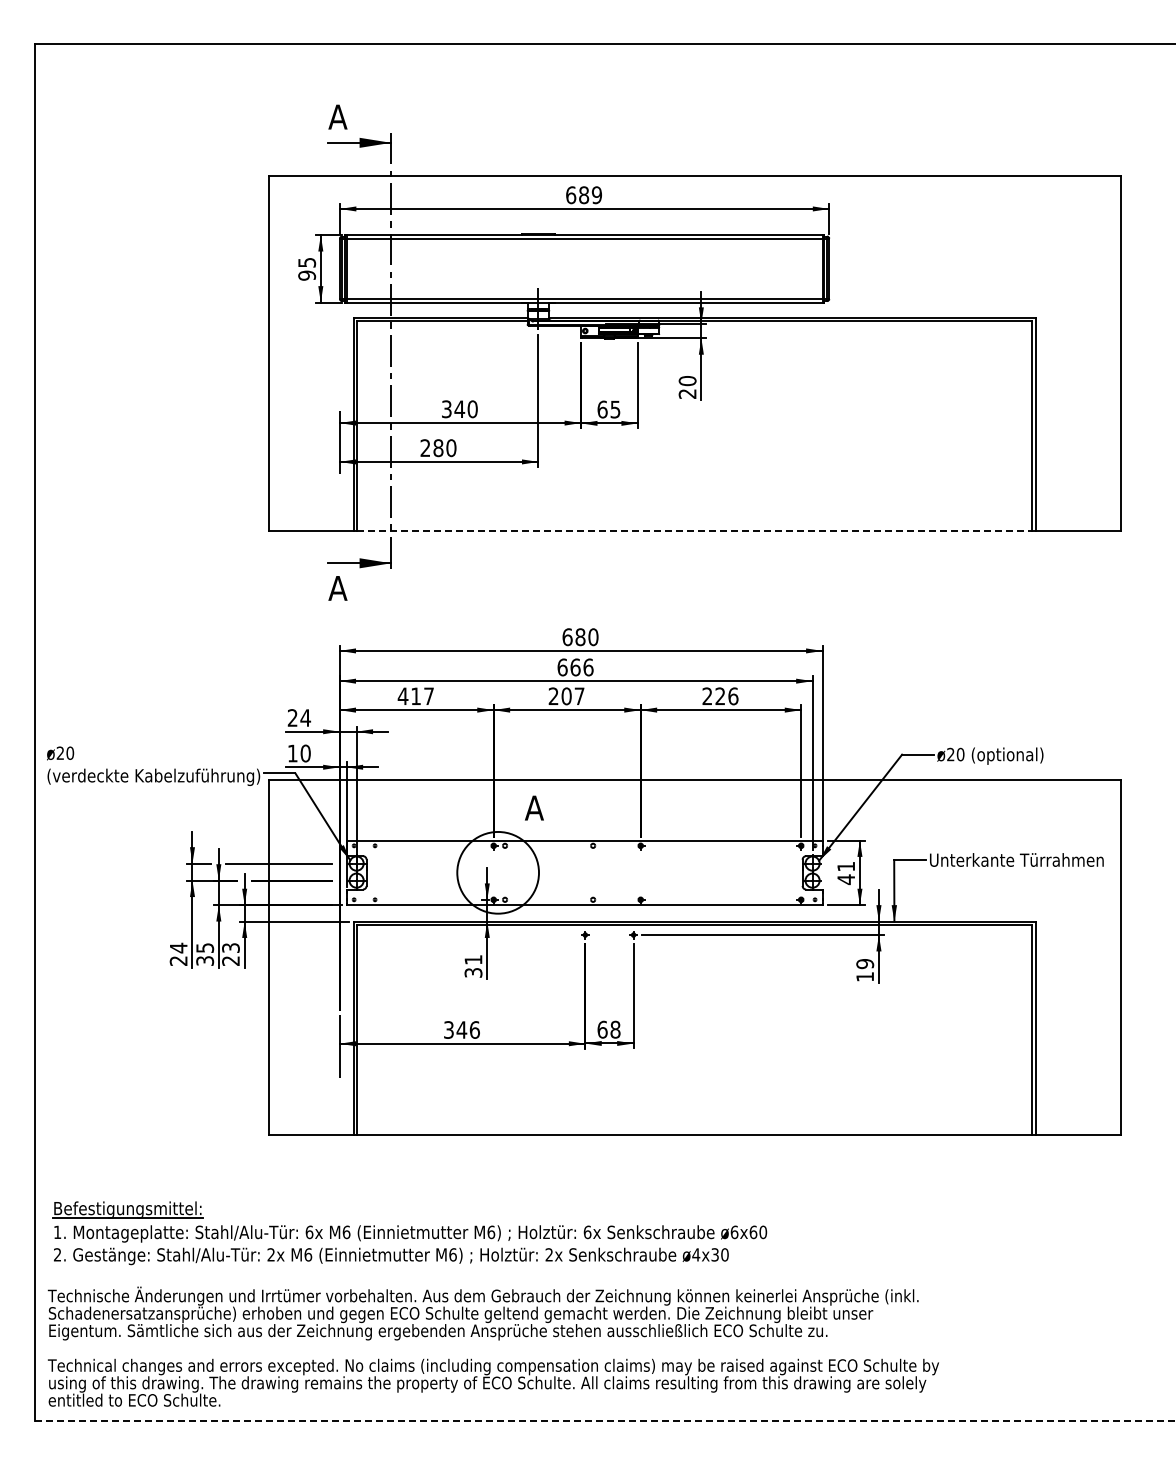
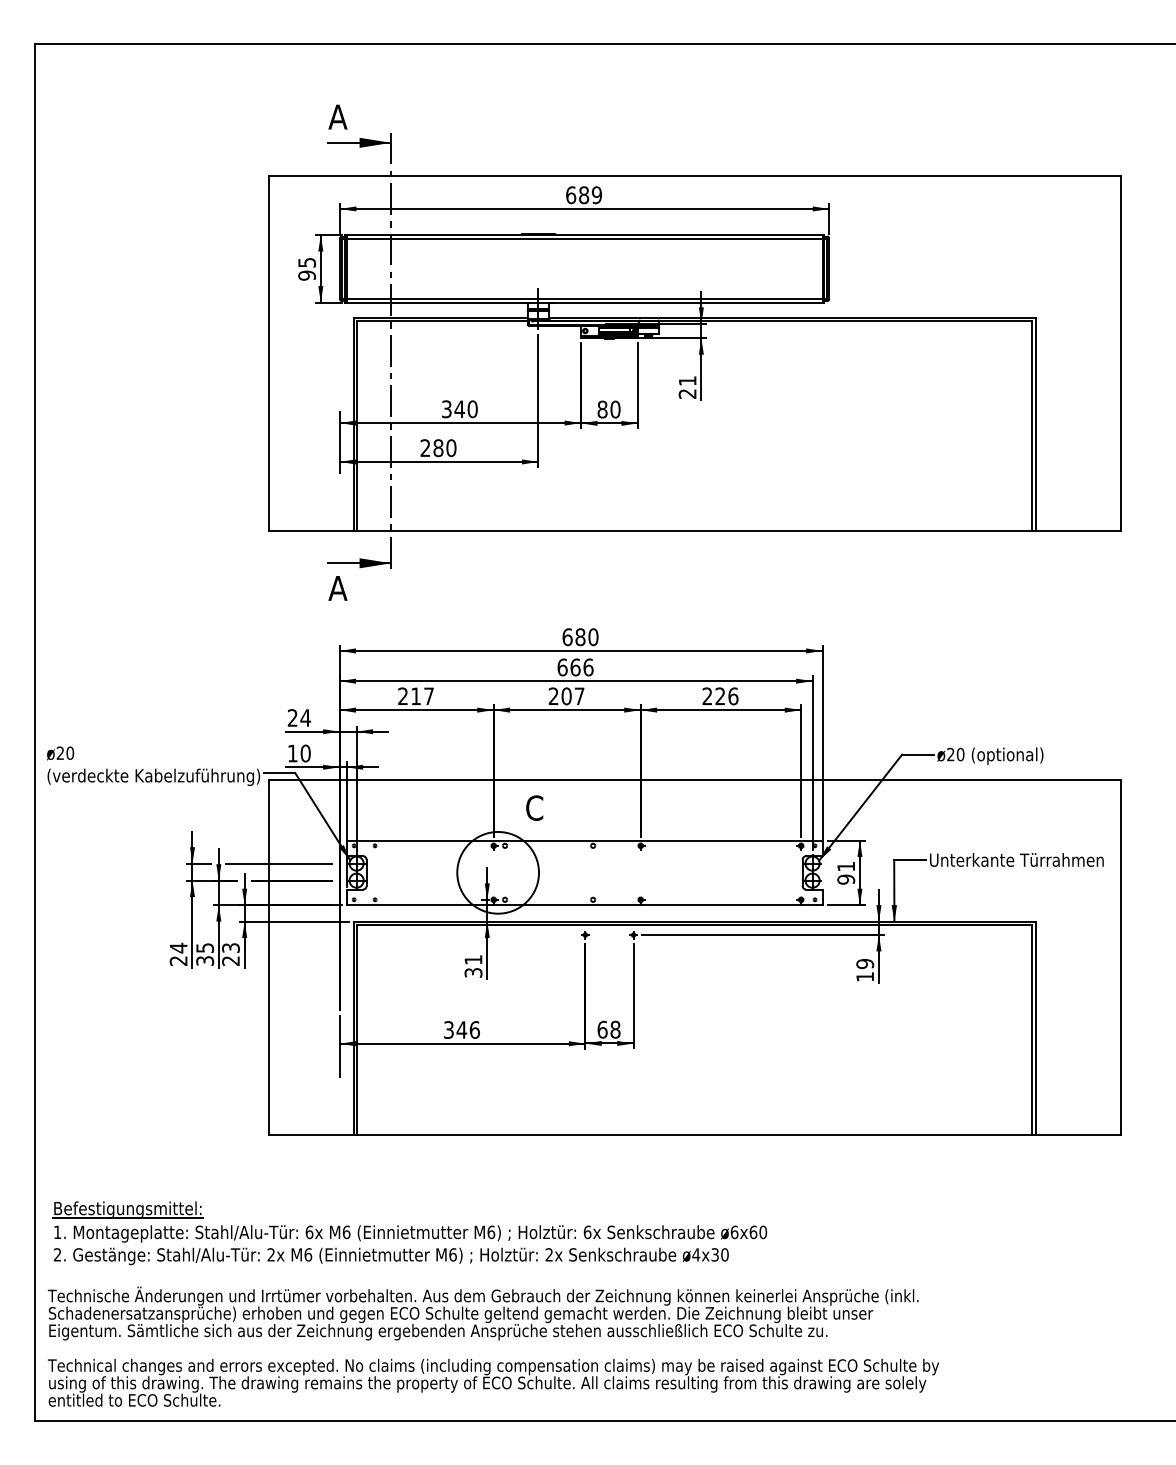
text at (687, 381): 20 -> 21
text at (608, 409): 65 -> 80
line at (695, 530): dashed -> solid
text at (402, 695): 417 -> 217
text at (533, 807): A -> C
text at (846, 879): 41 -> 91
line at (605, 1421): dashed -> solid
